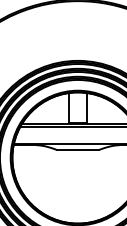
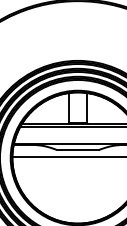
line at (67, 157): none -> present
